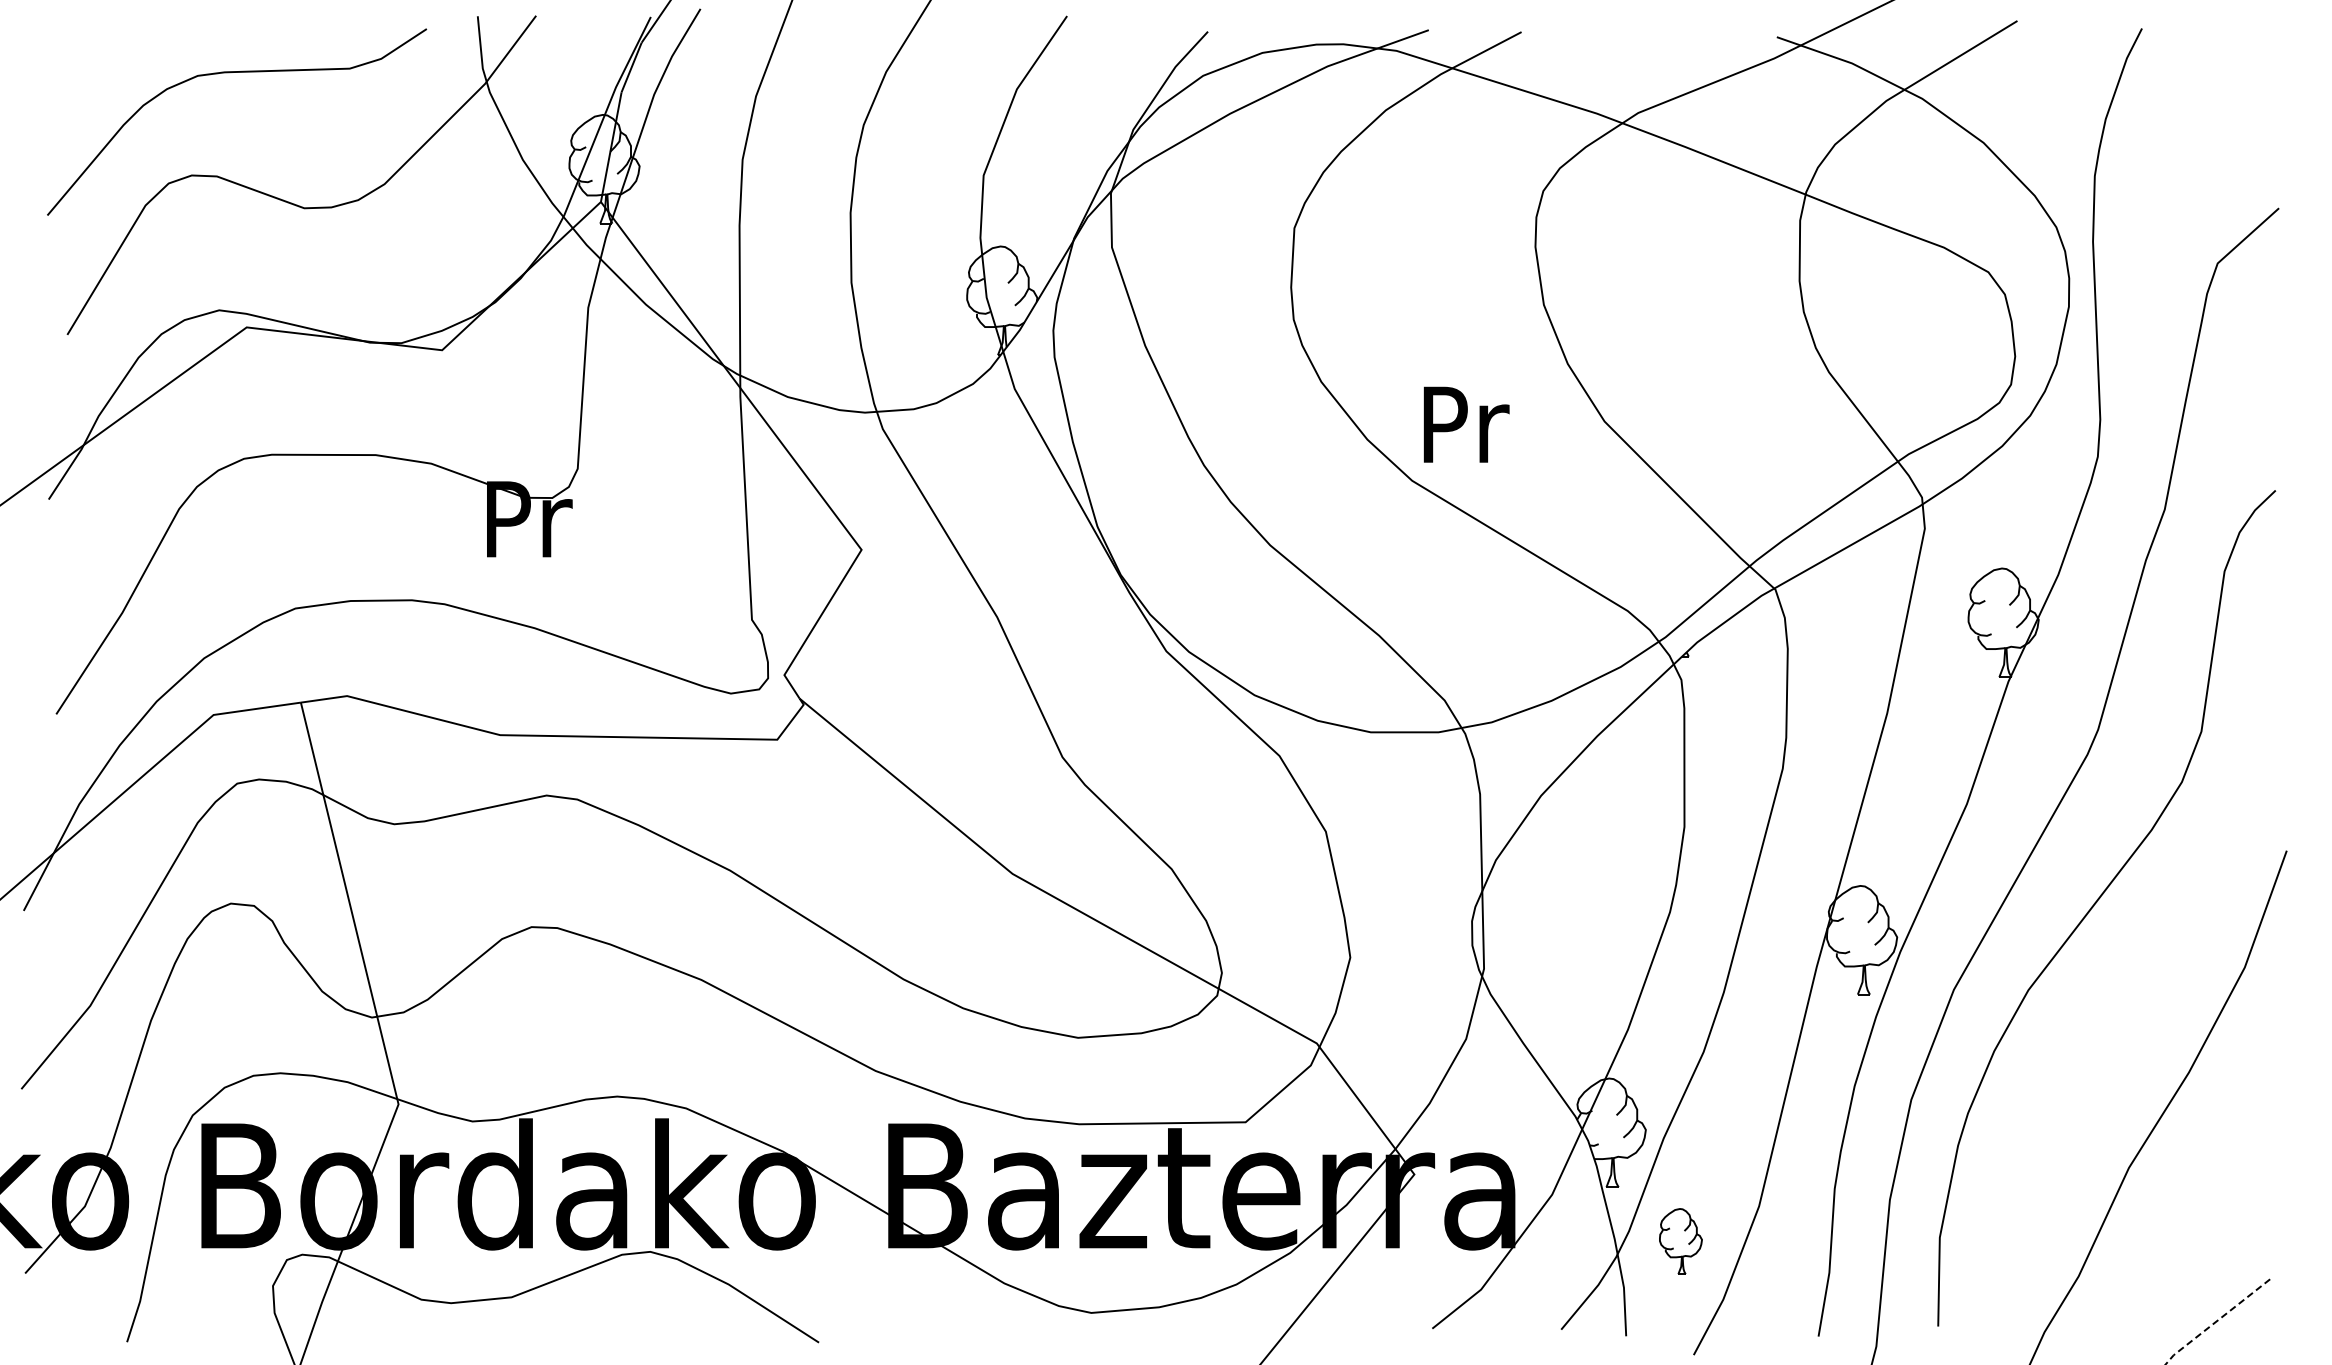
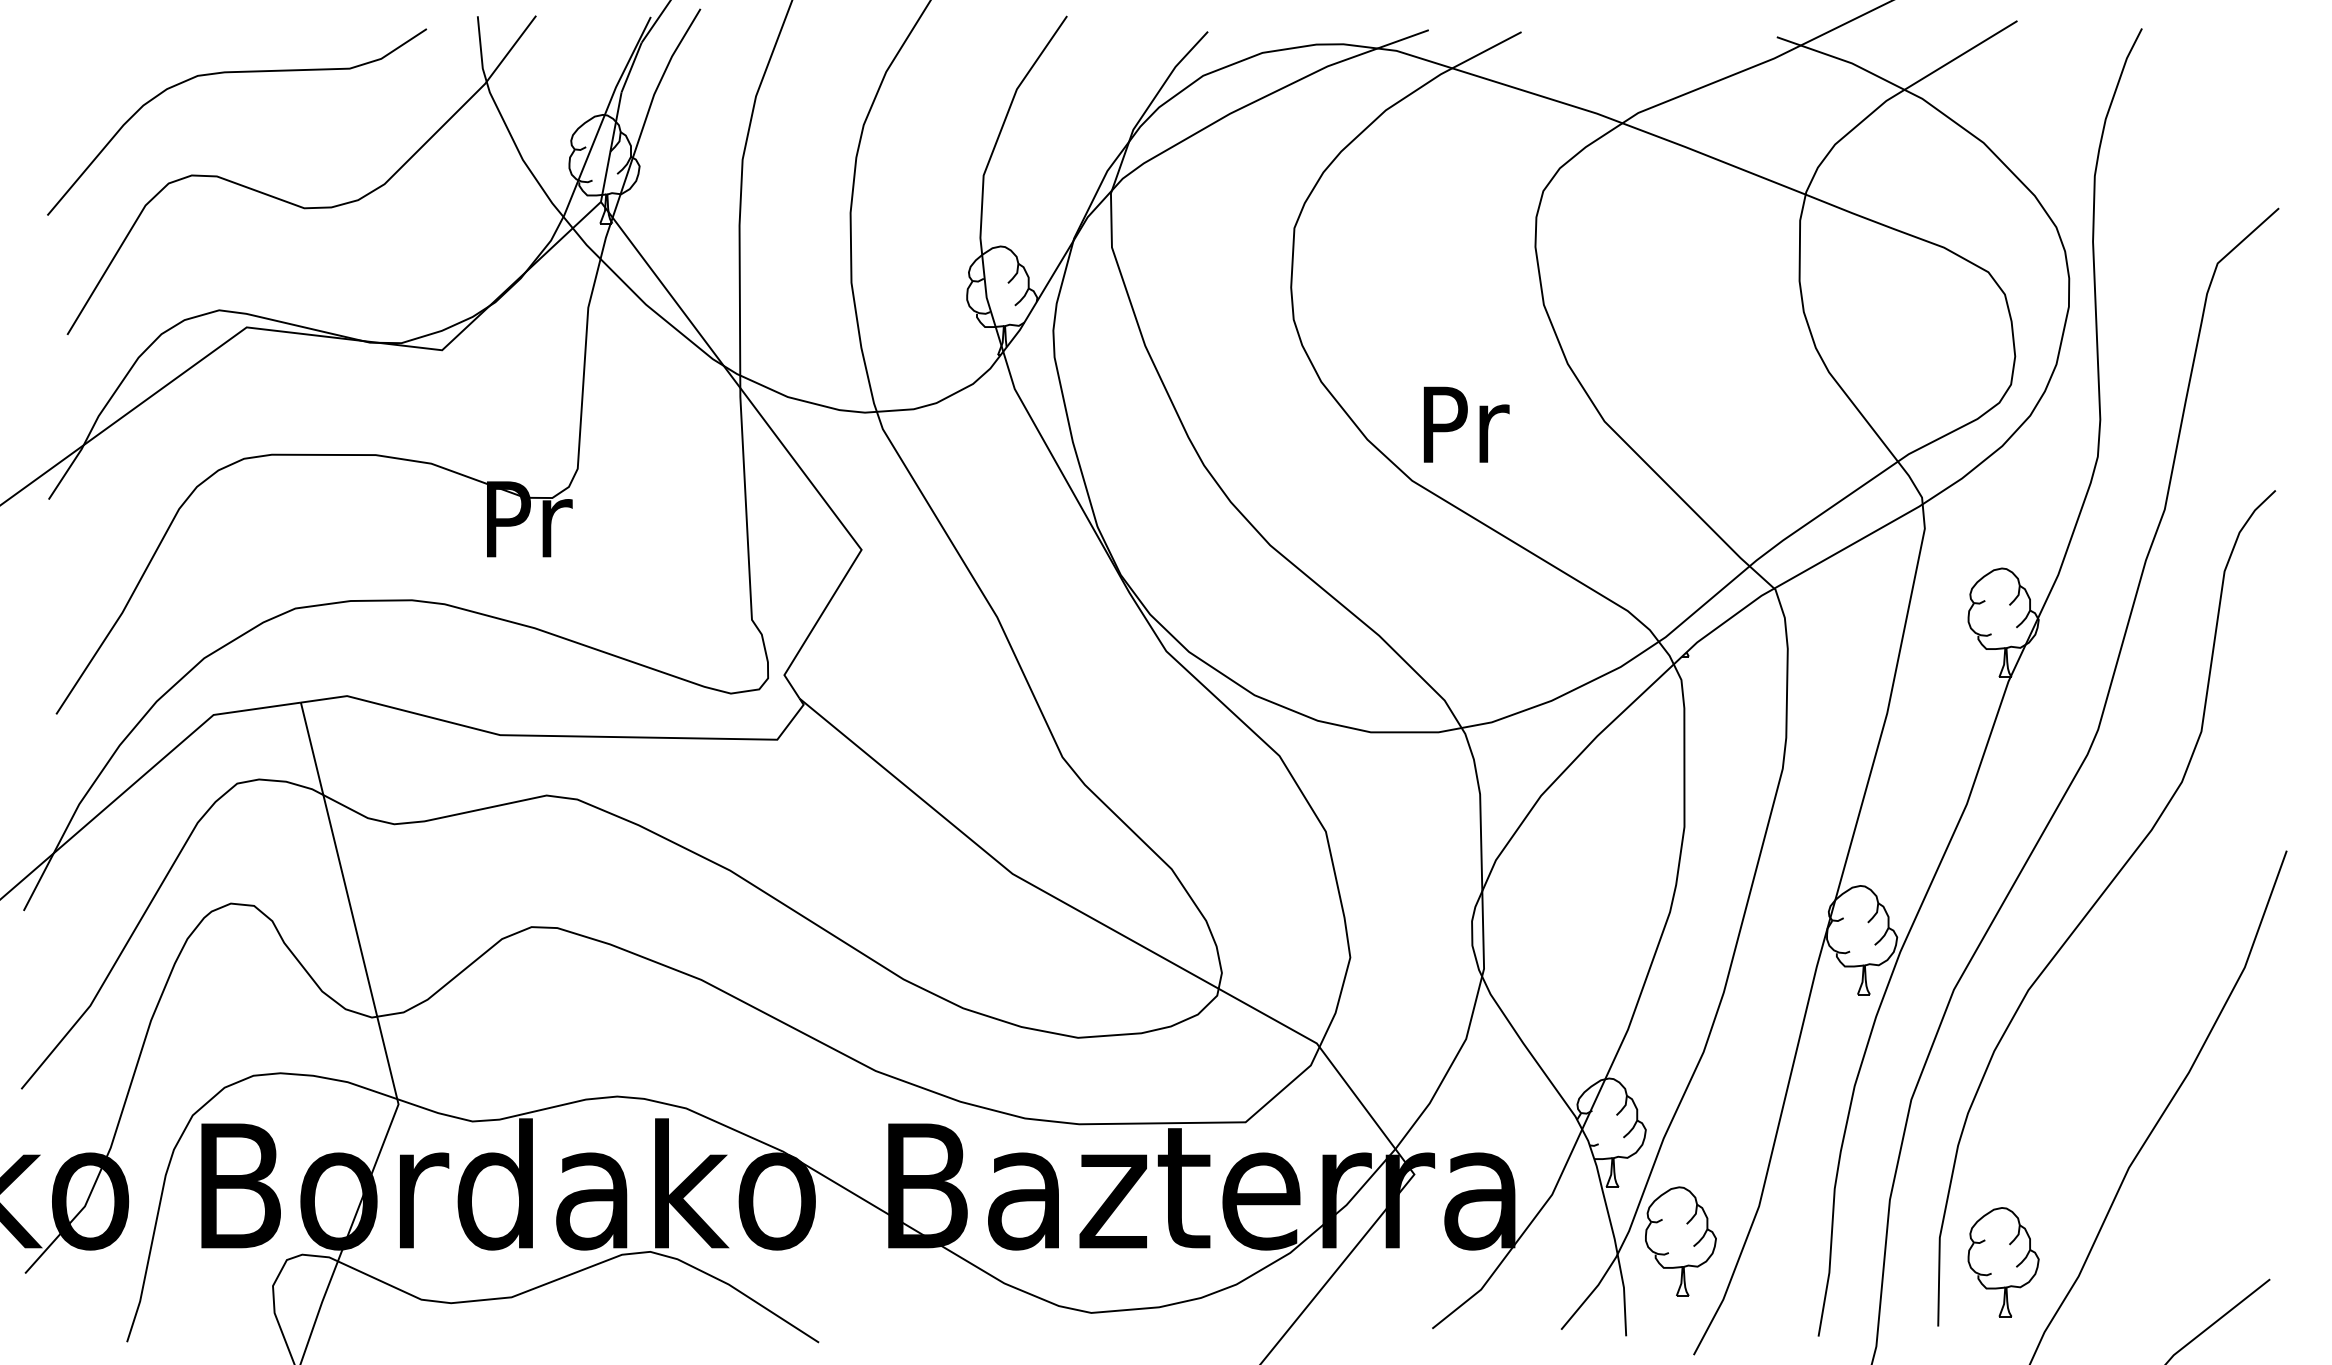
part at (1680, 1241) size: 44x67 px -> 72x111 px
part at (2003, 1262): none -> present
line at (2216, 1321): dashed -> solid
